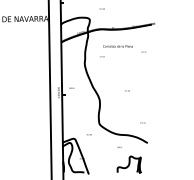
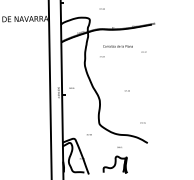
part at (128, 164) position: (128, 164) -> (114, 164)
